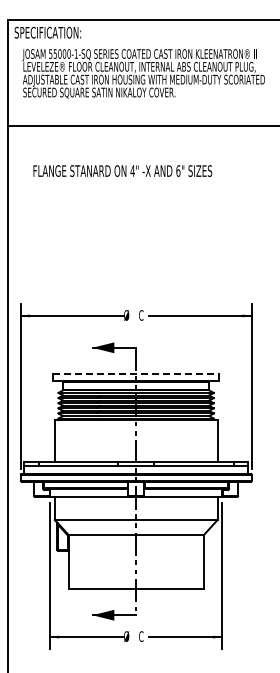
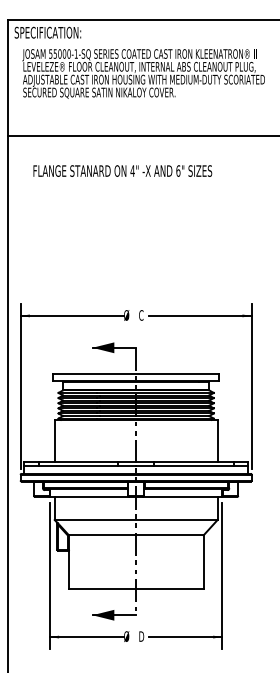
line at (142, 125) position: (142, 125) -> (142, 135)
line at (136, 373): dashed -> solid
text at (141, 636): C -> D
